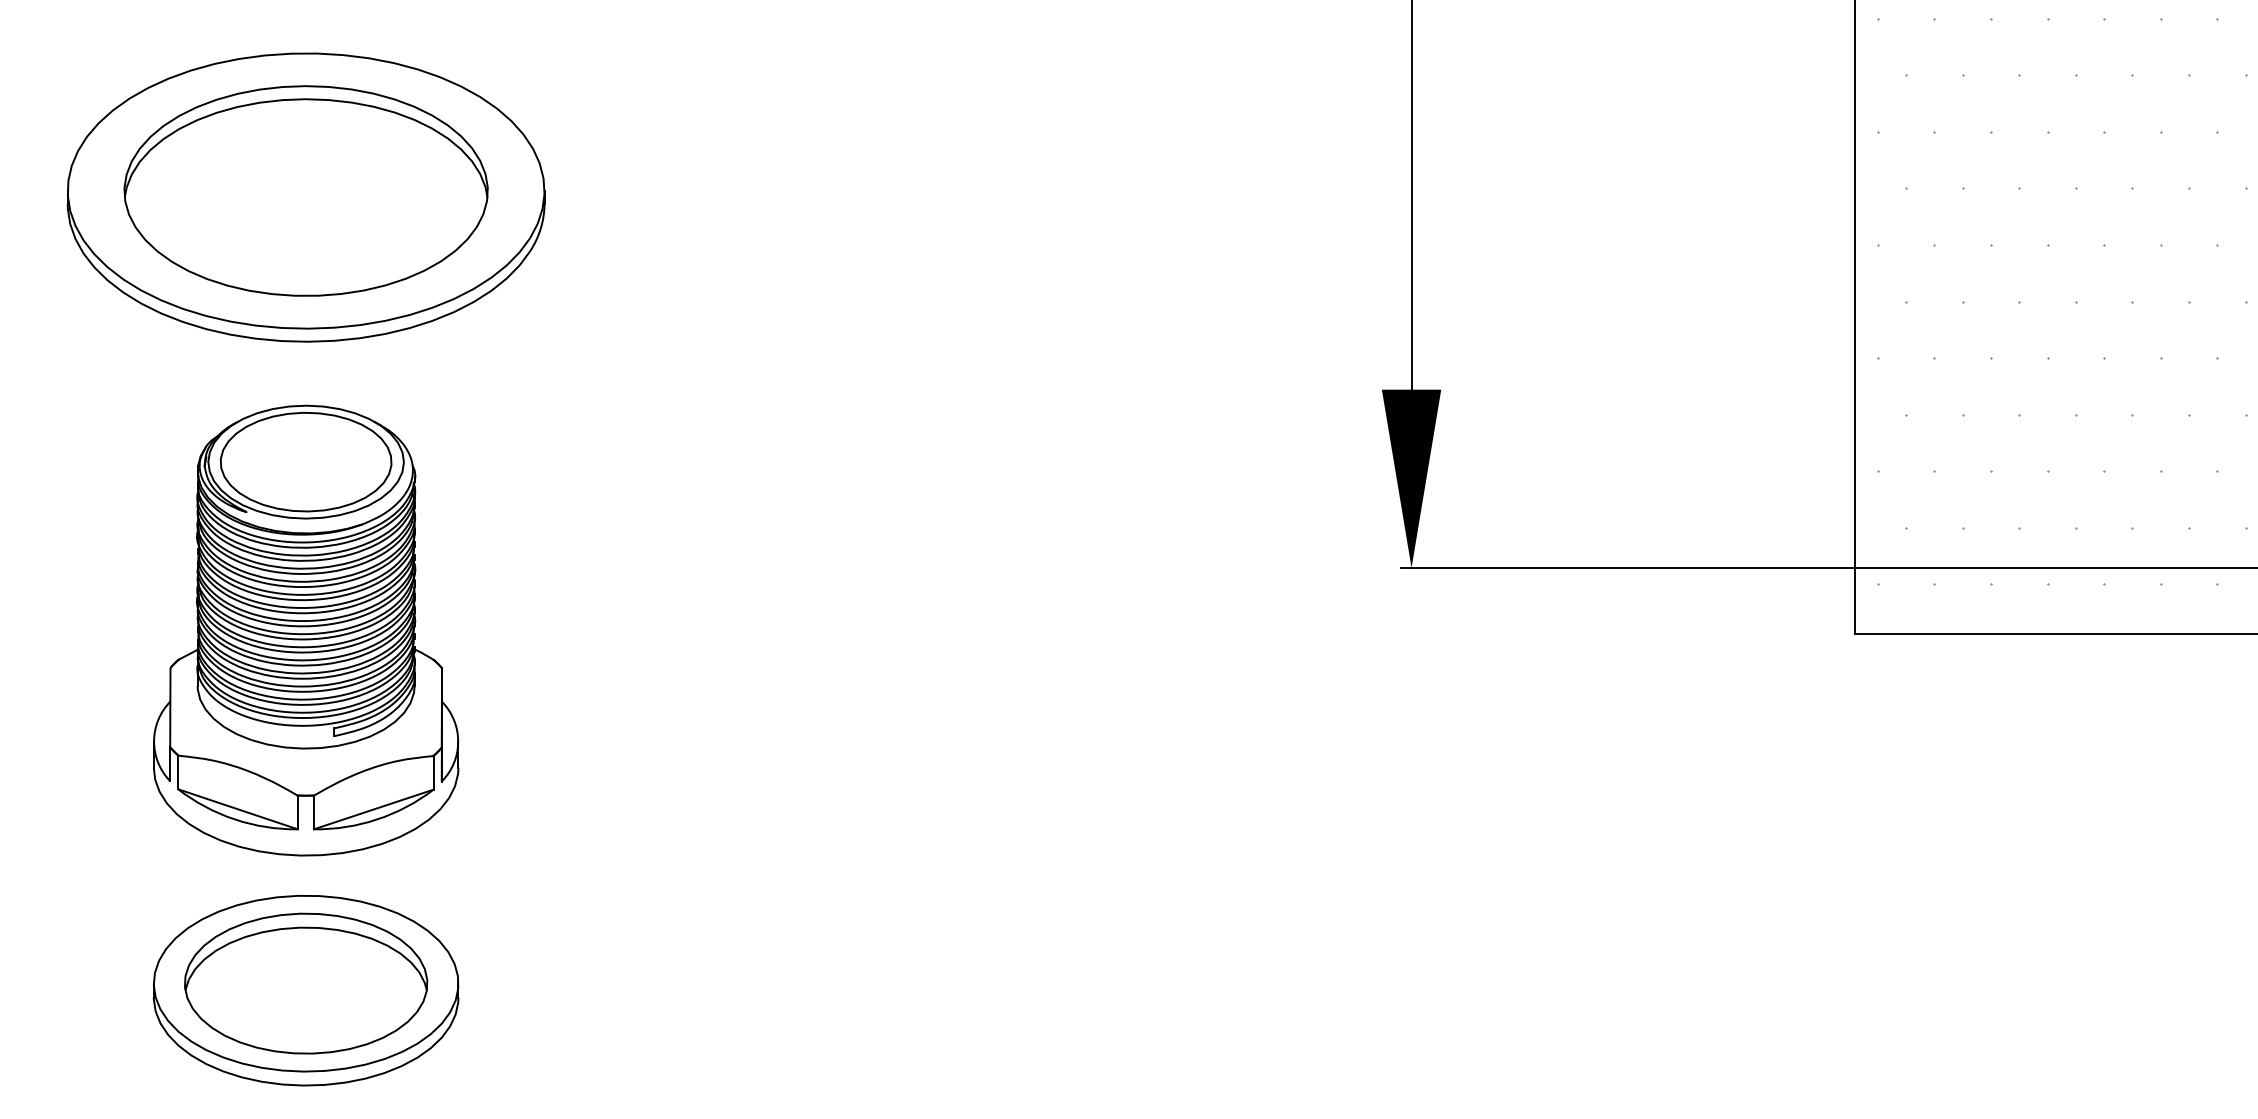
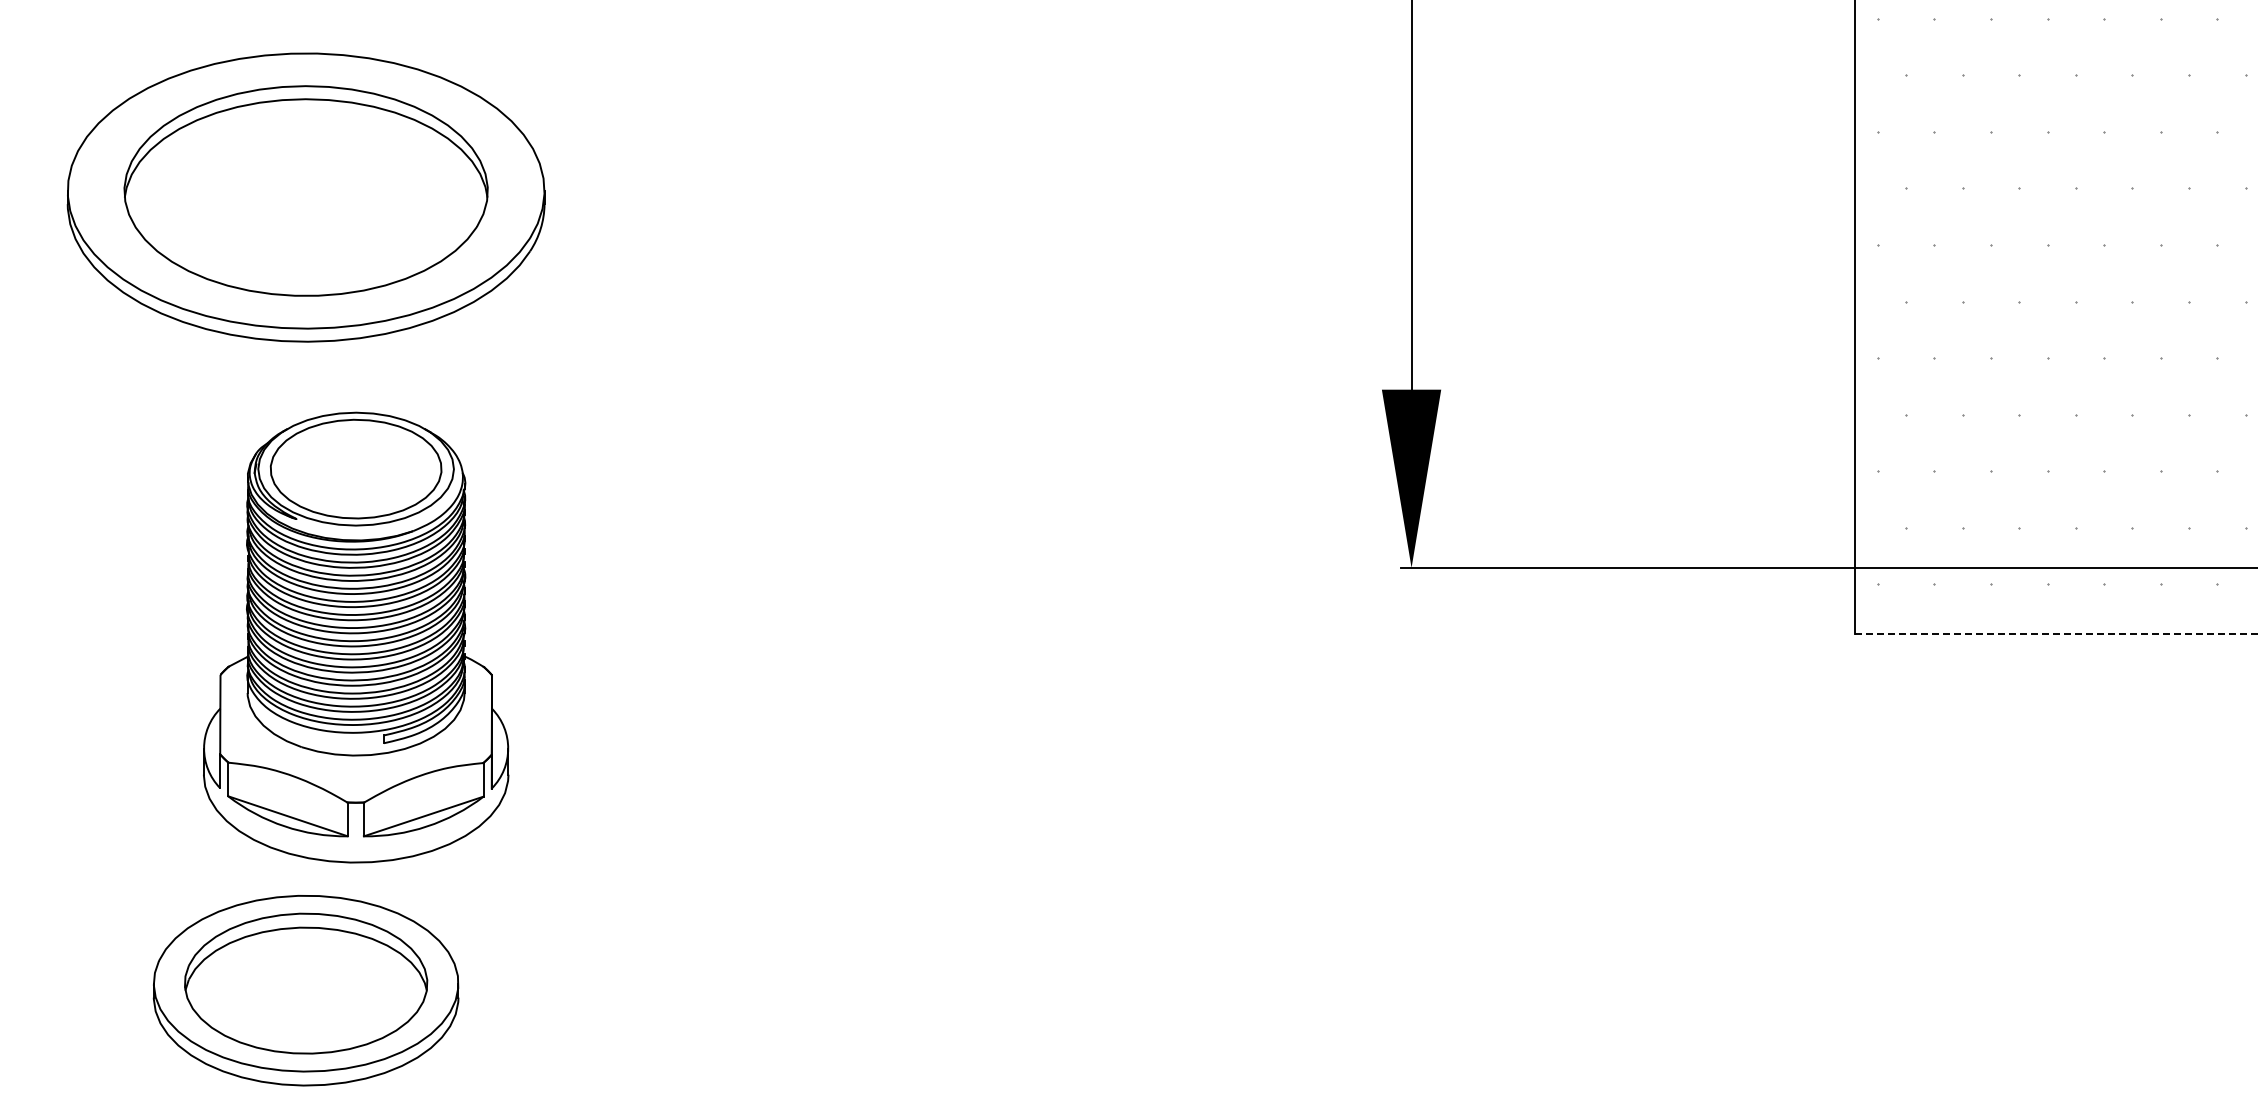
part at (306, 630) position: (306, 630) -> (356, 637)
line at (2056, 633): solid -> dashed
